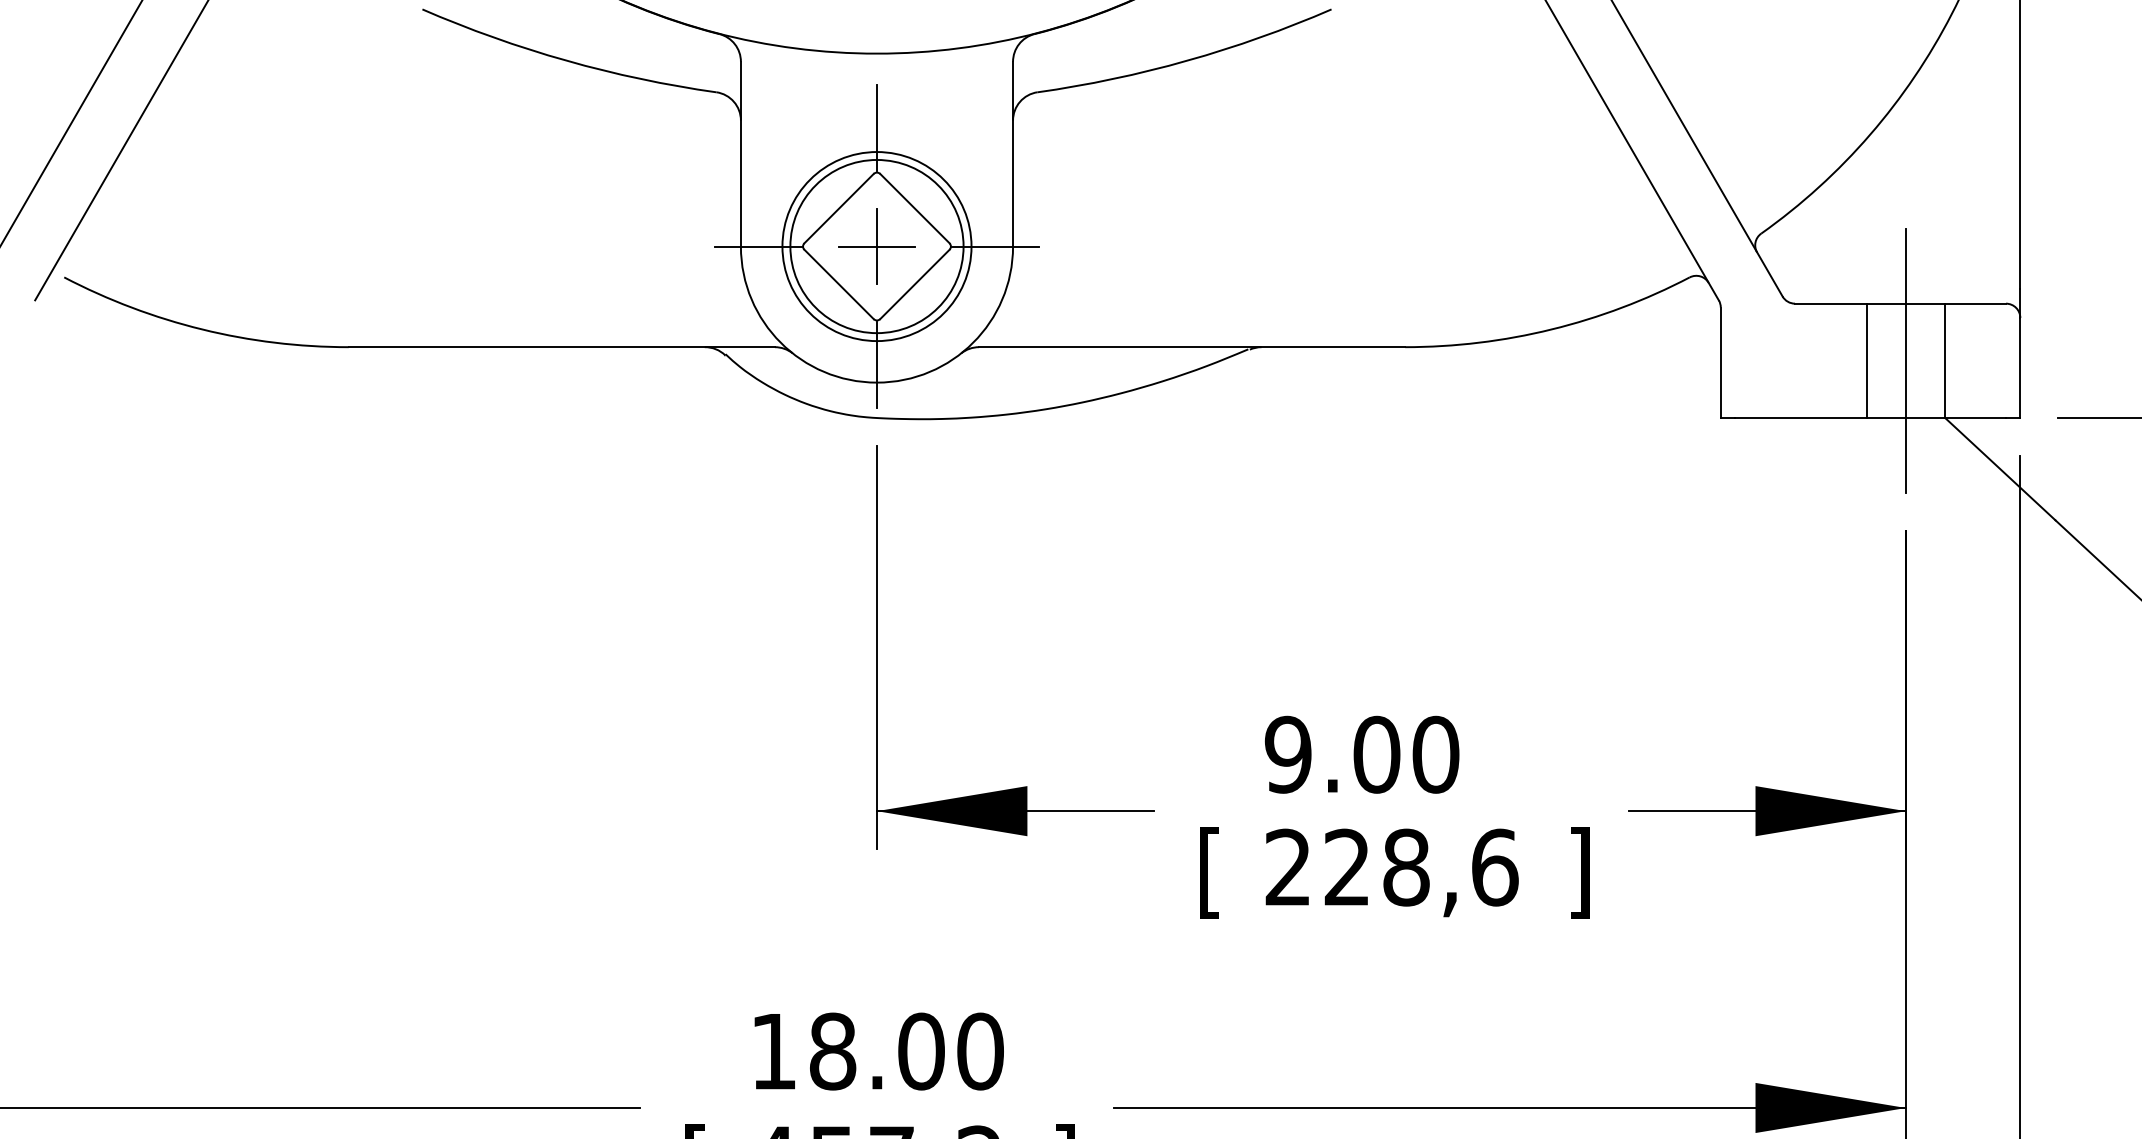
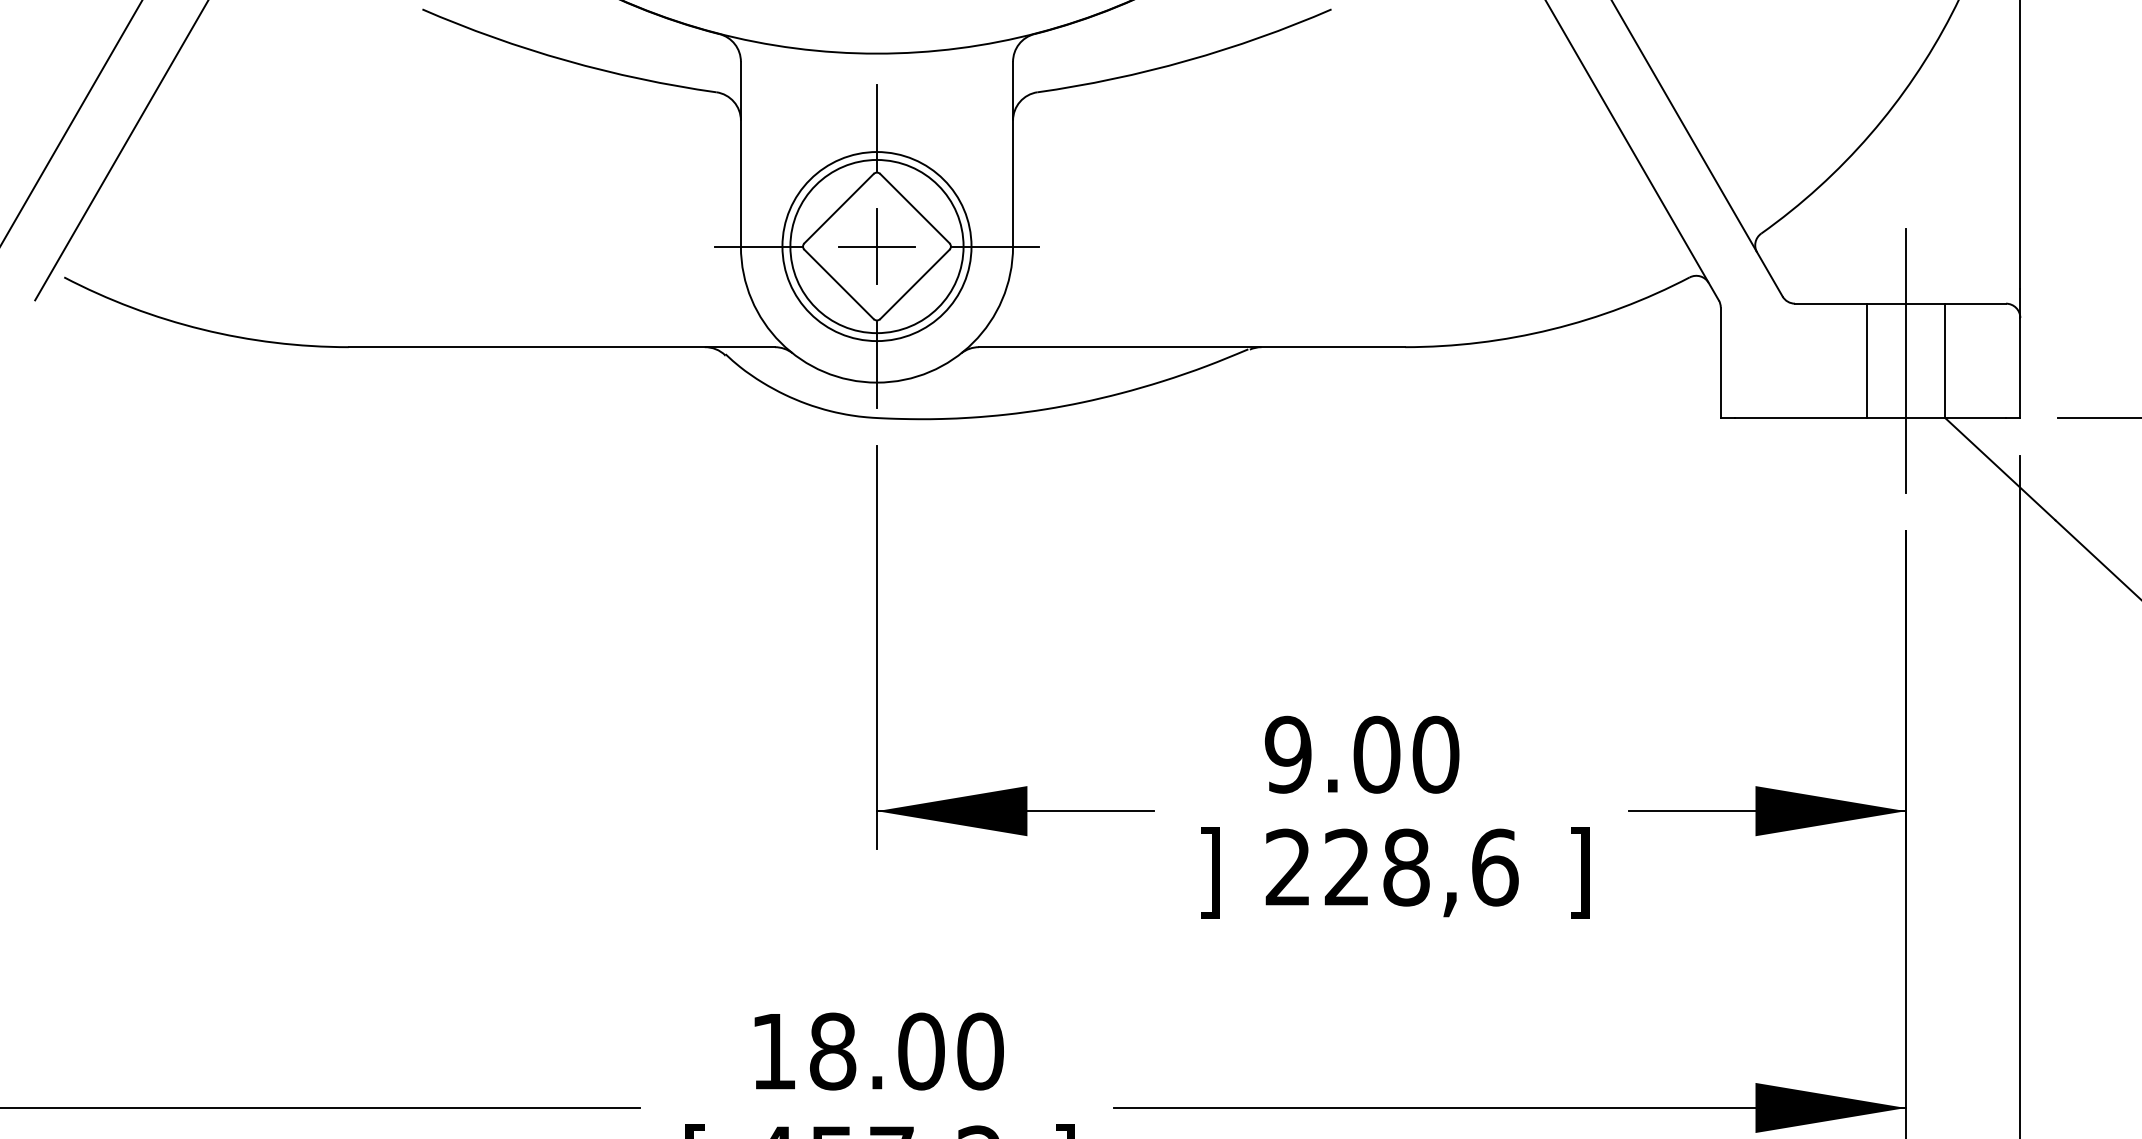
text at (1209, 872): [ -> ]
